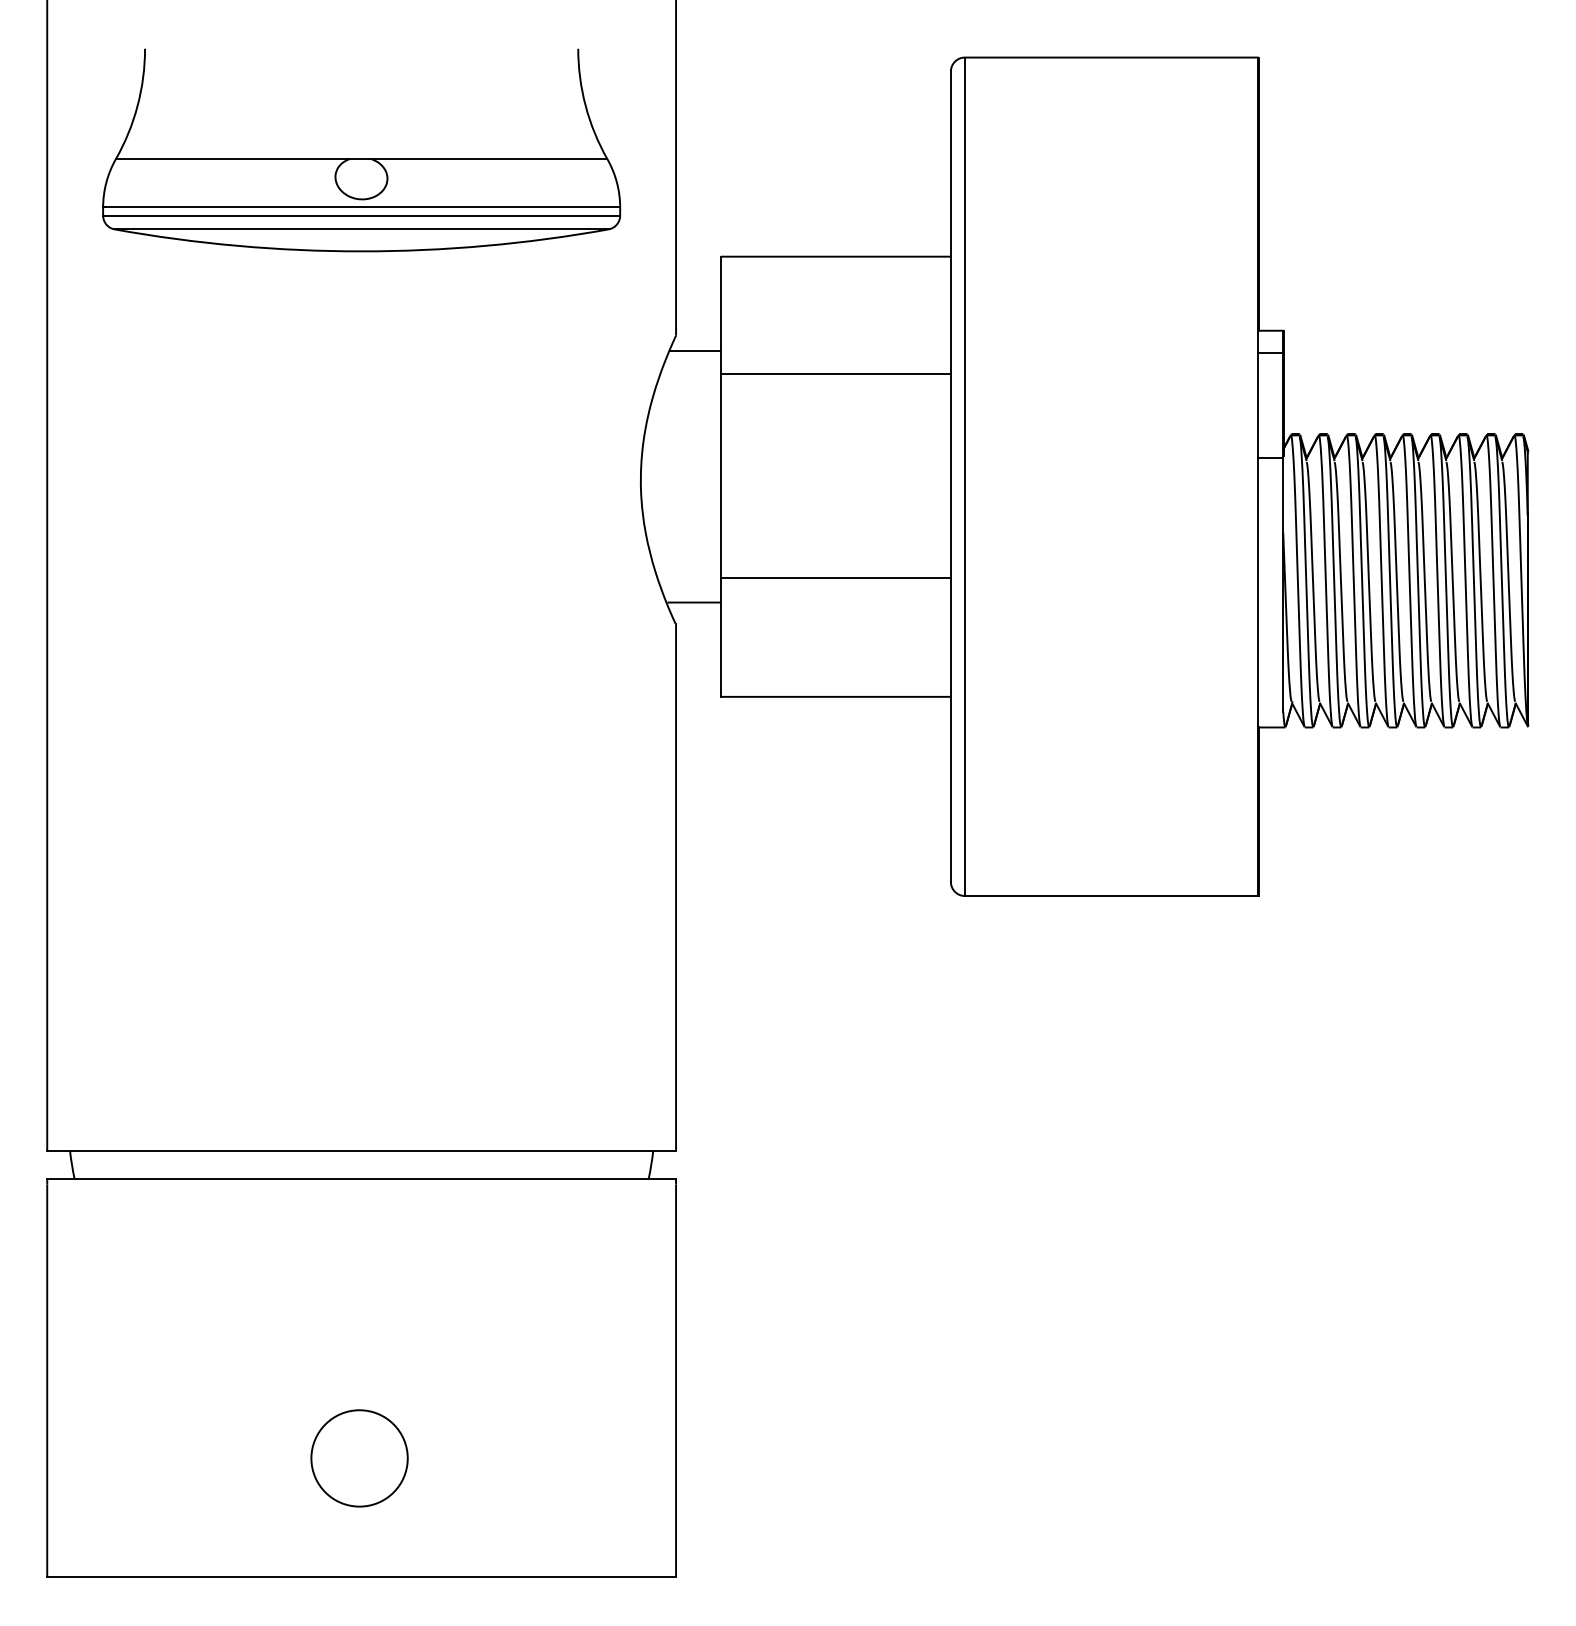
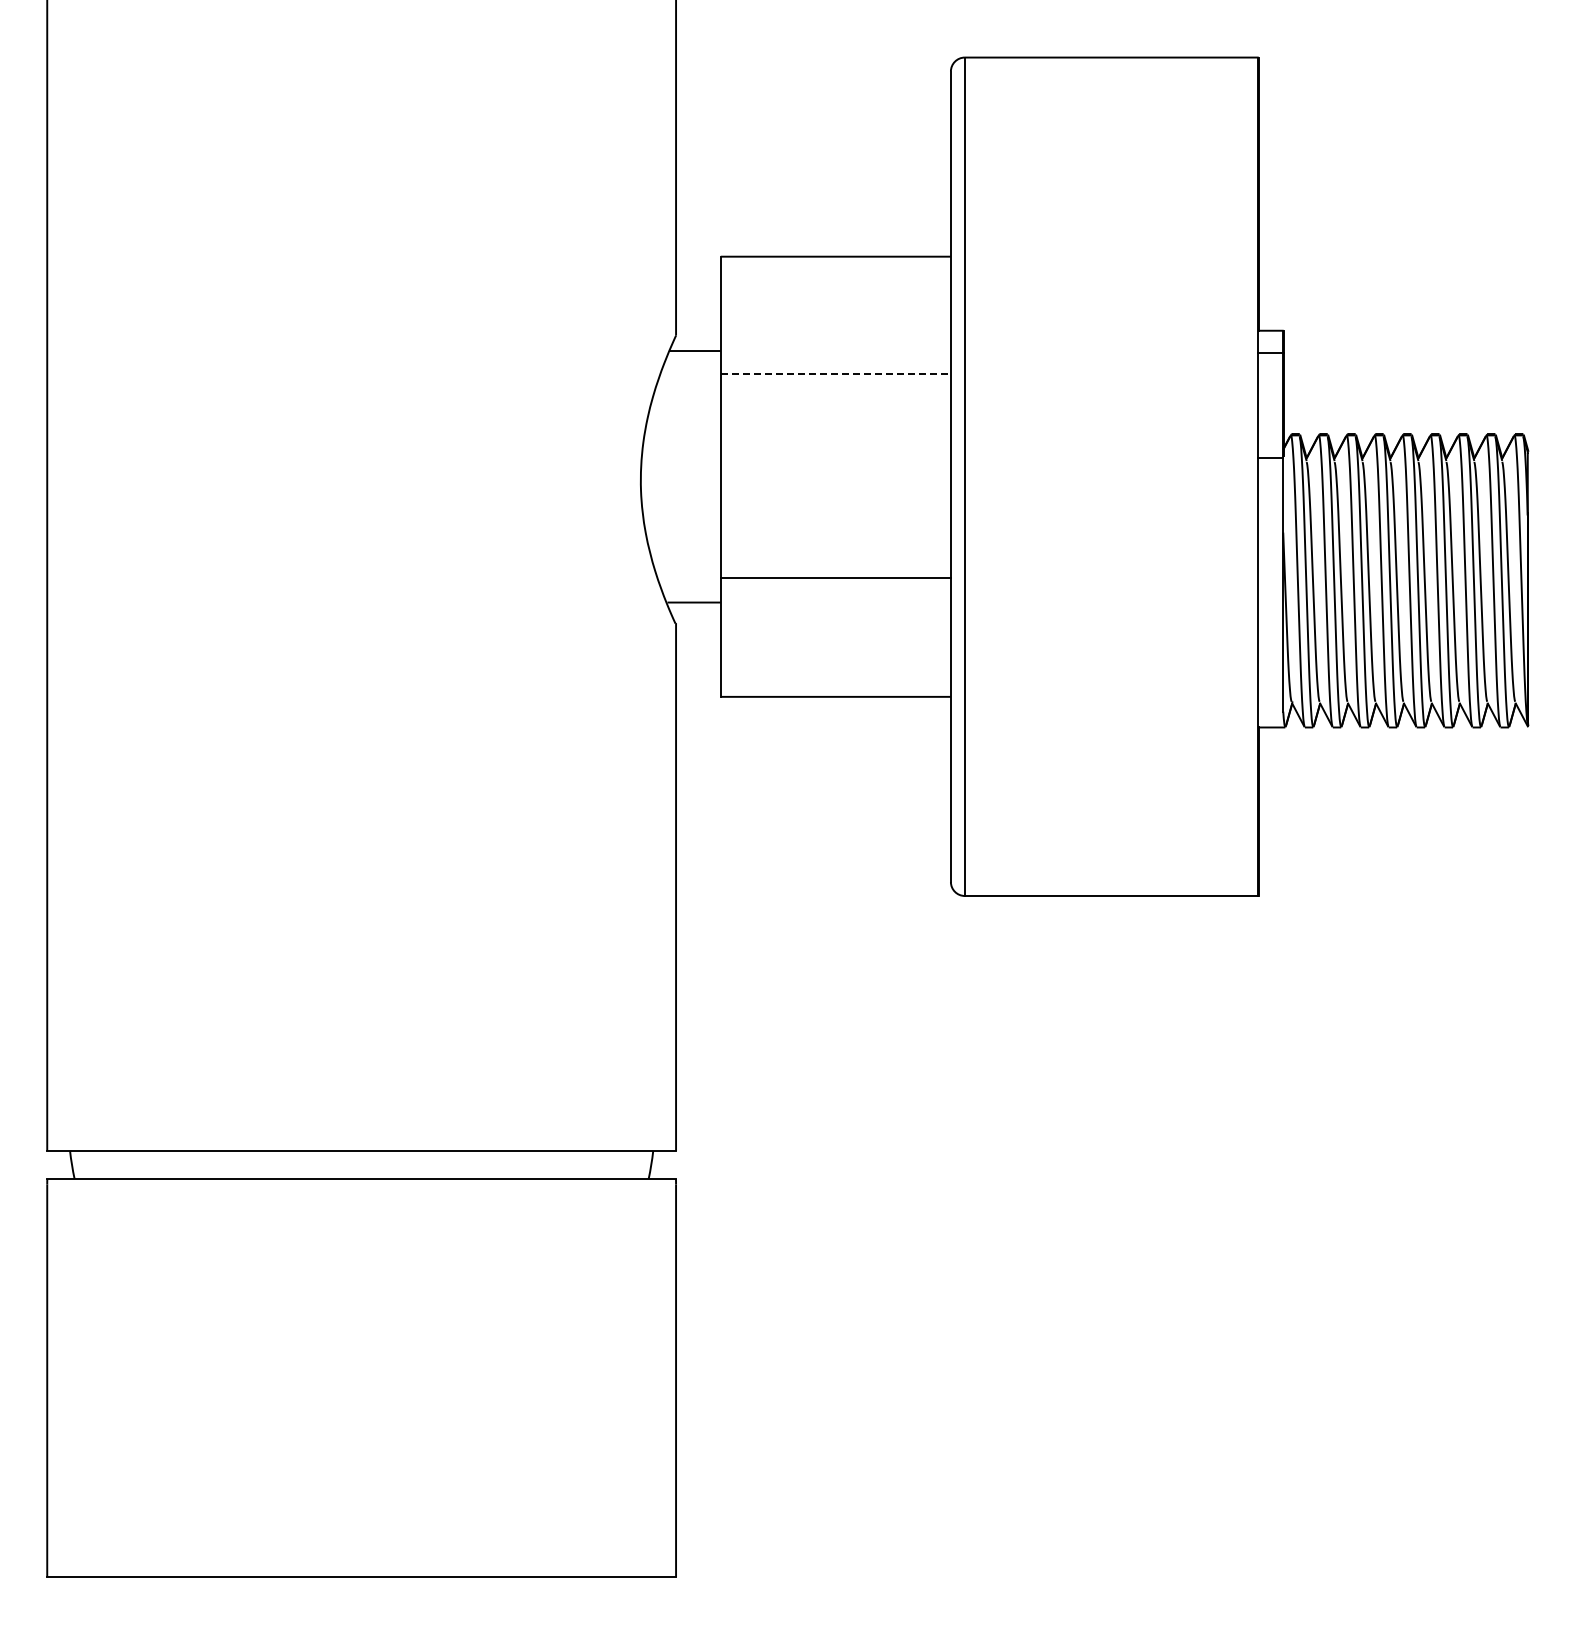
part at (361, 158): present -> none
line at (836, 373): solid -> dashed
circle at (359, 1458): present -> none
